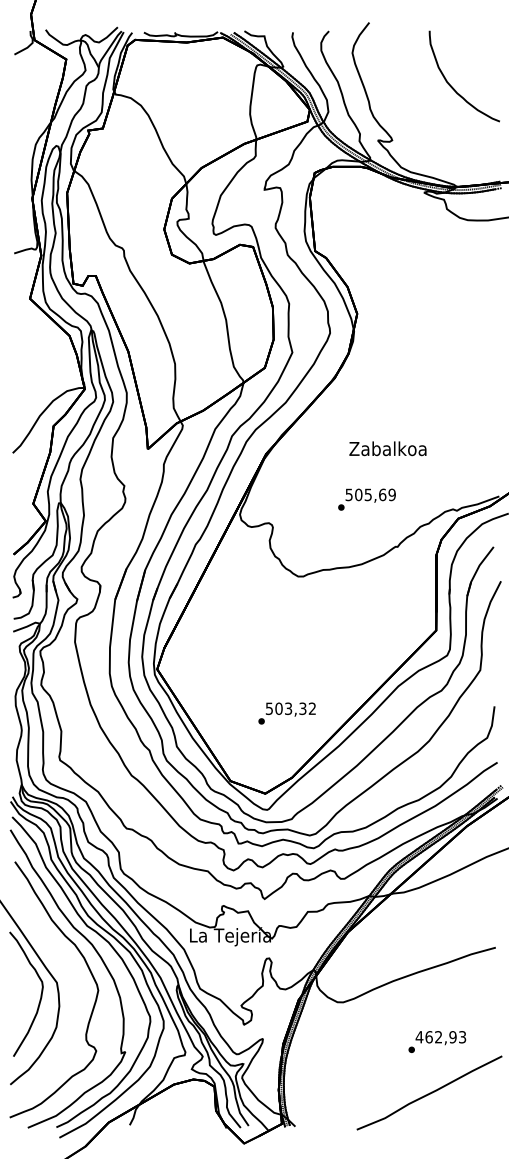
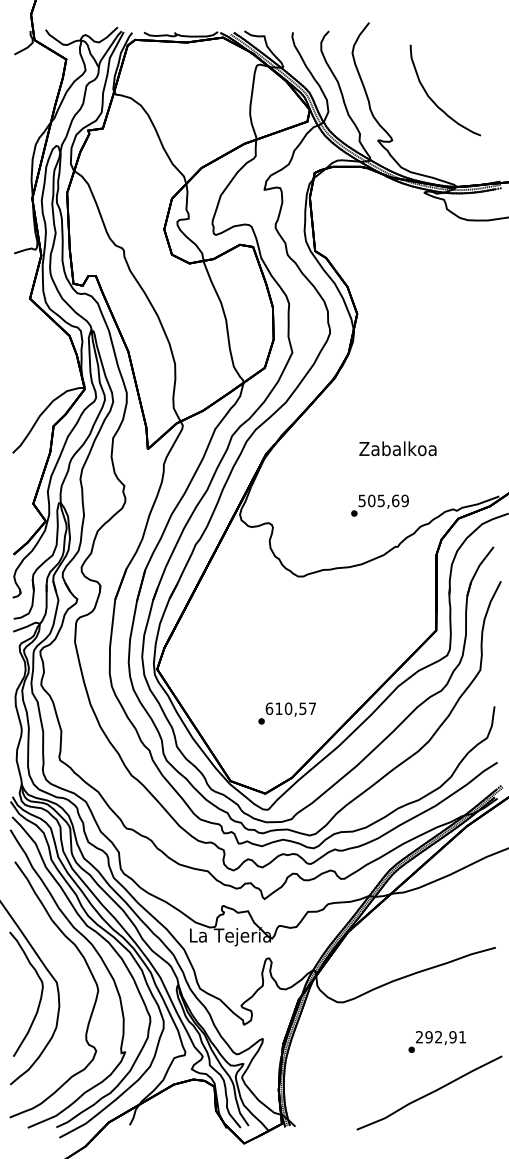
part at (452, 86) position: (452, 86) -> (433, 100)
text at (387, 448) position: (387, 448) -> (397, 448)
text at (366, 499) position: (366, 499) -> (379, 505)
text at (290, 708): 503,32 -> 610,57
text at (440, 1037): 462,93 -> 292,91
